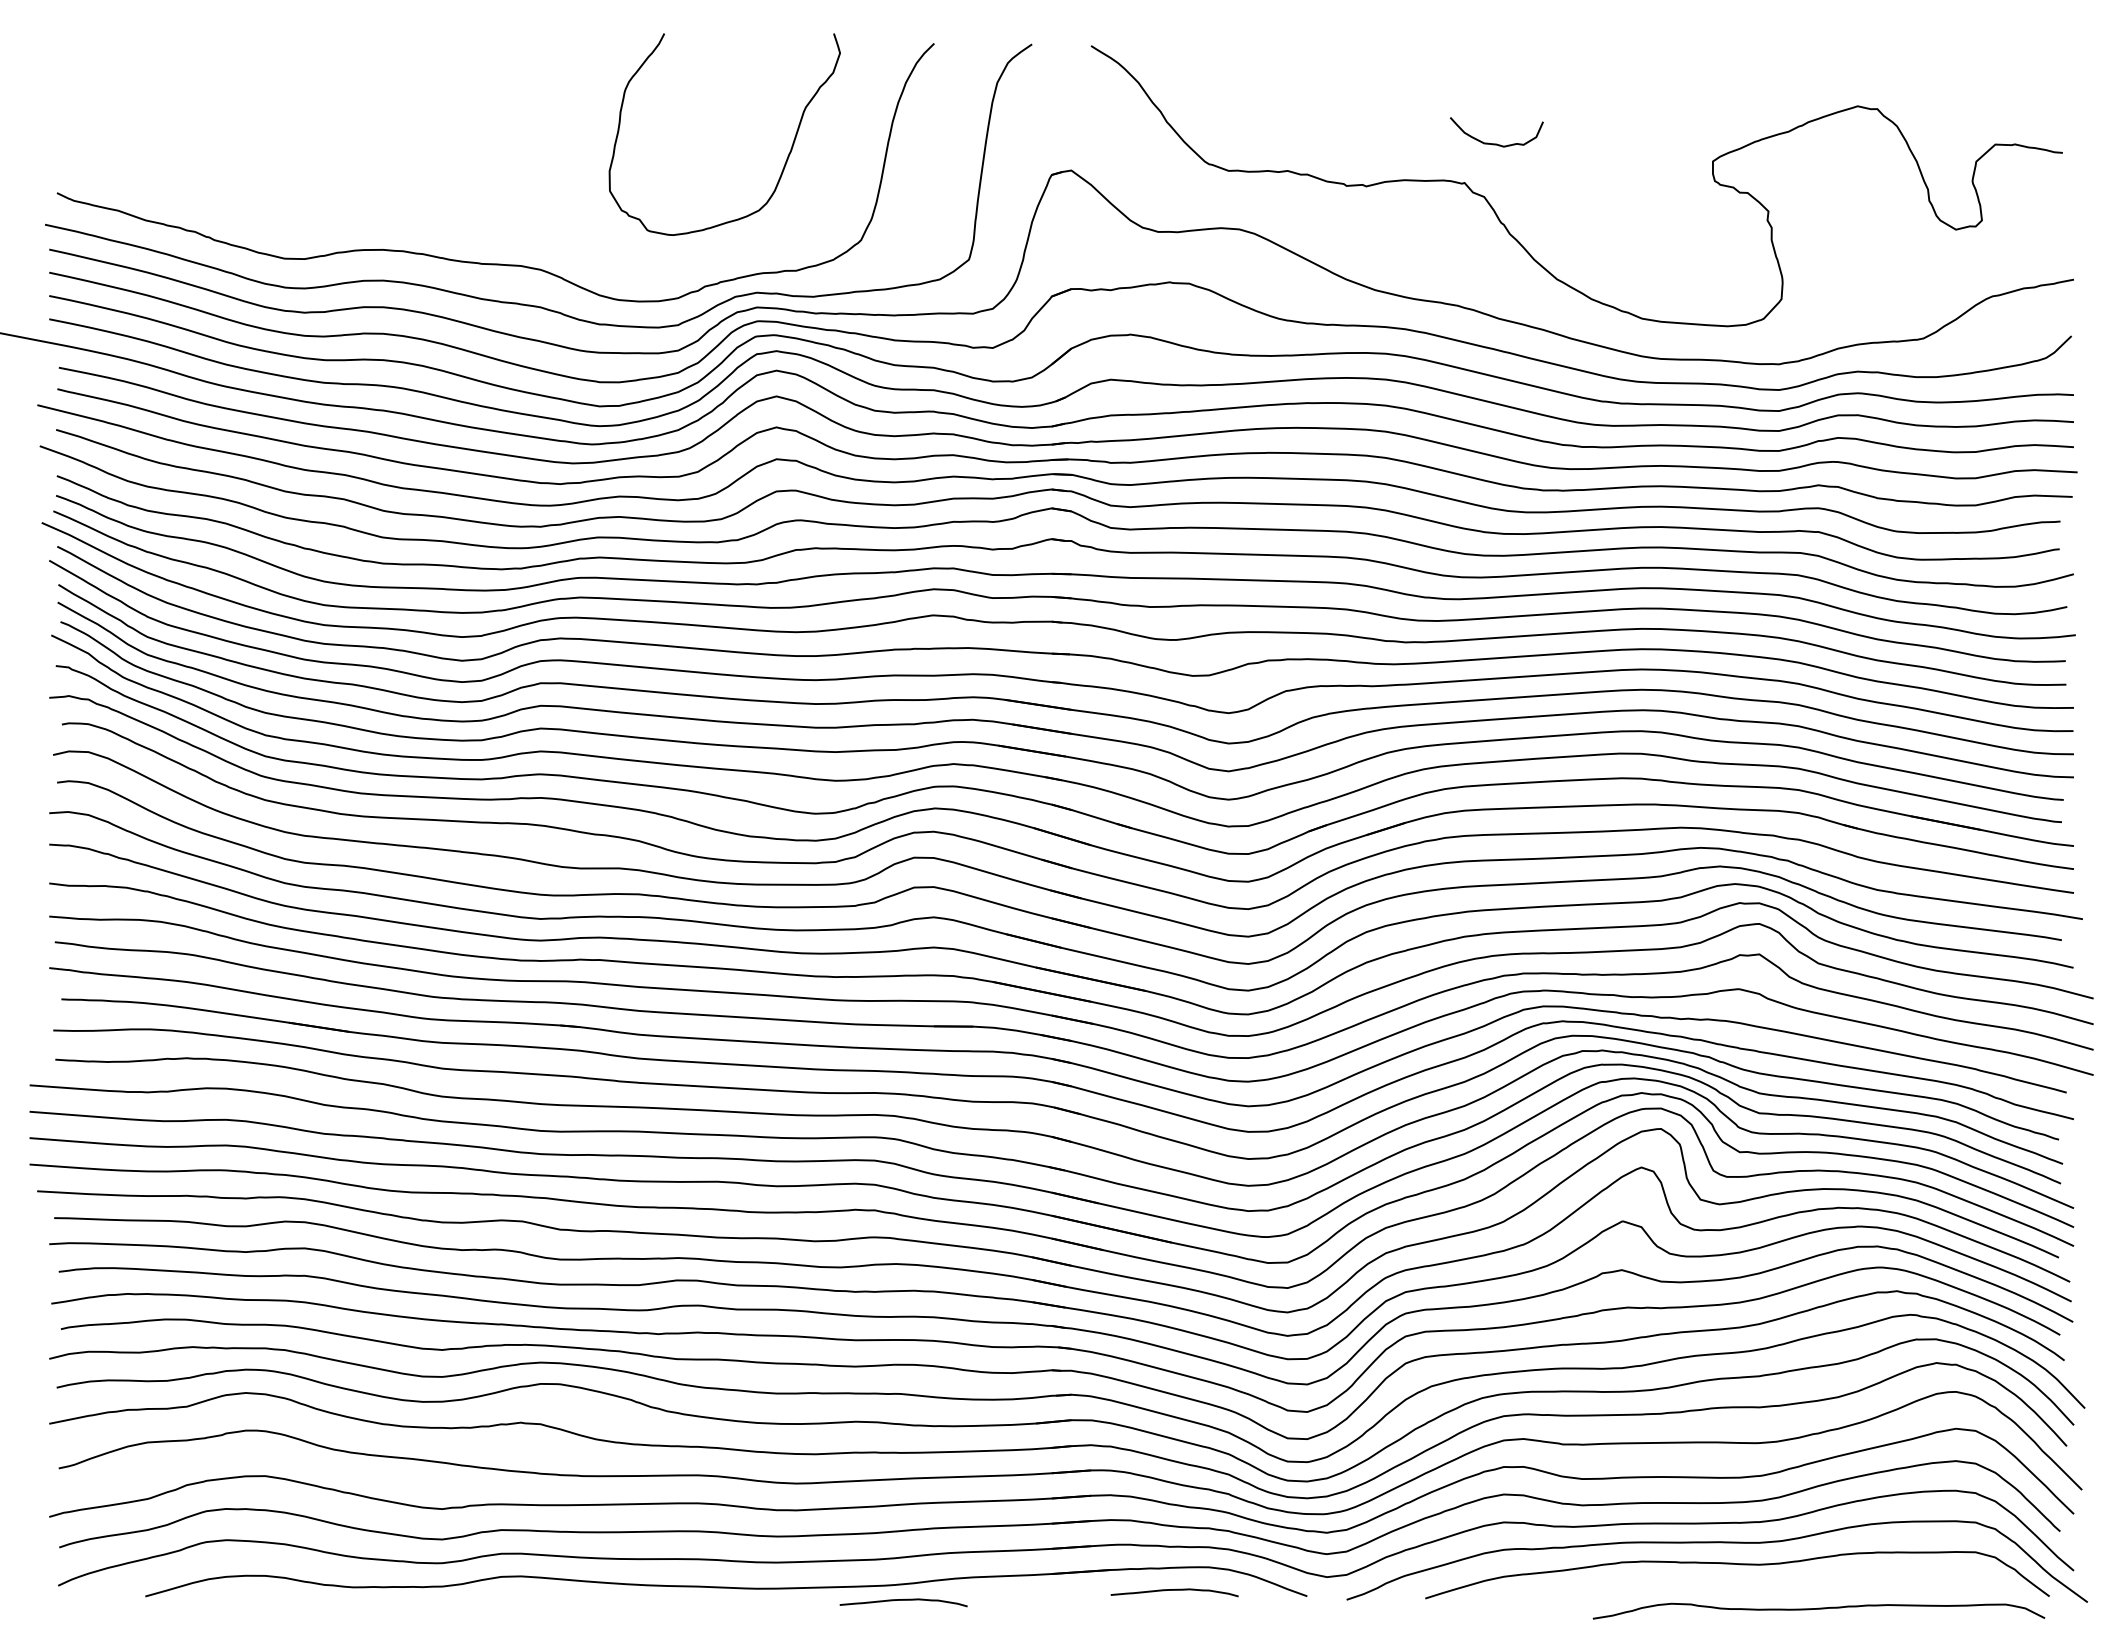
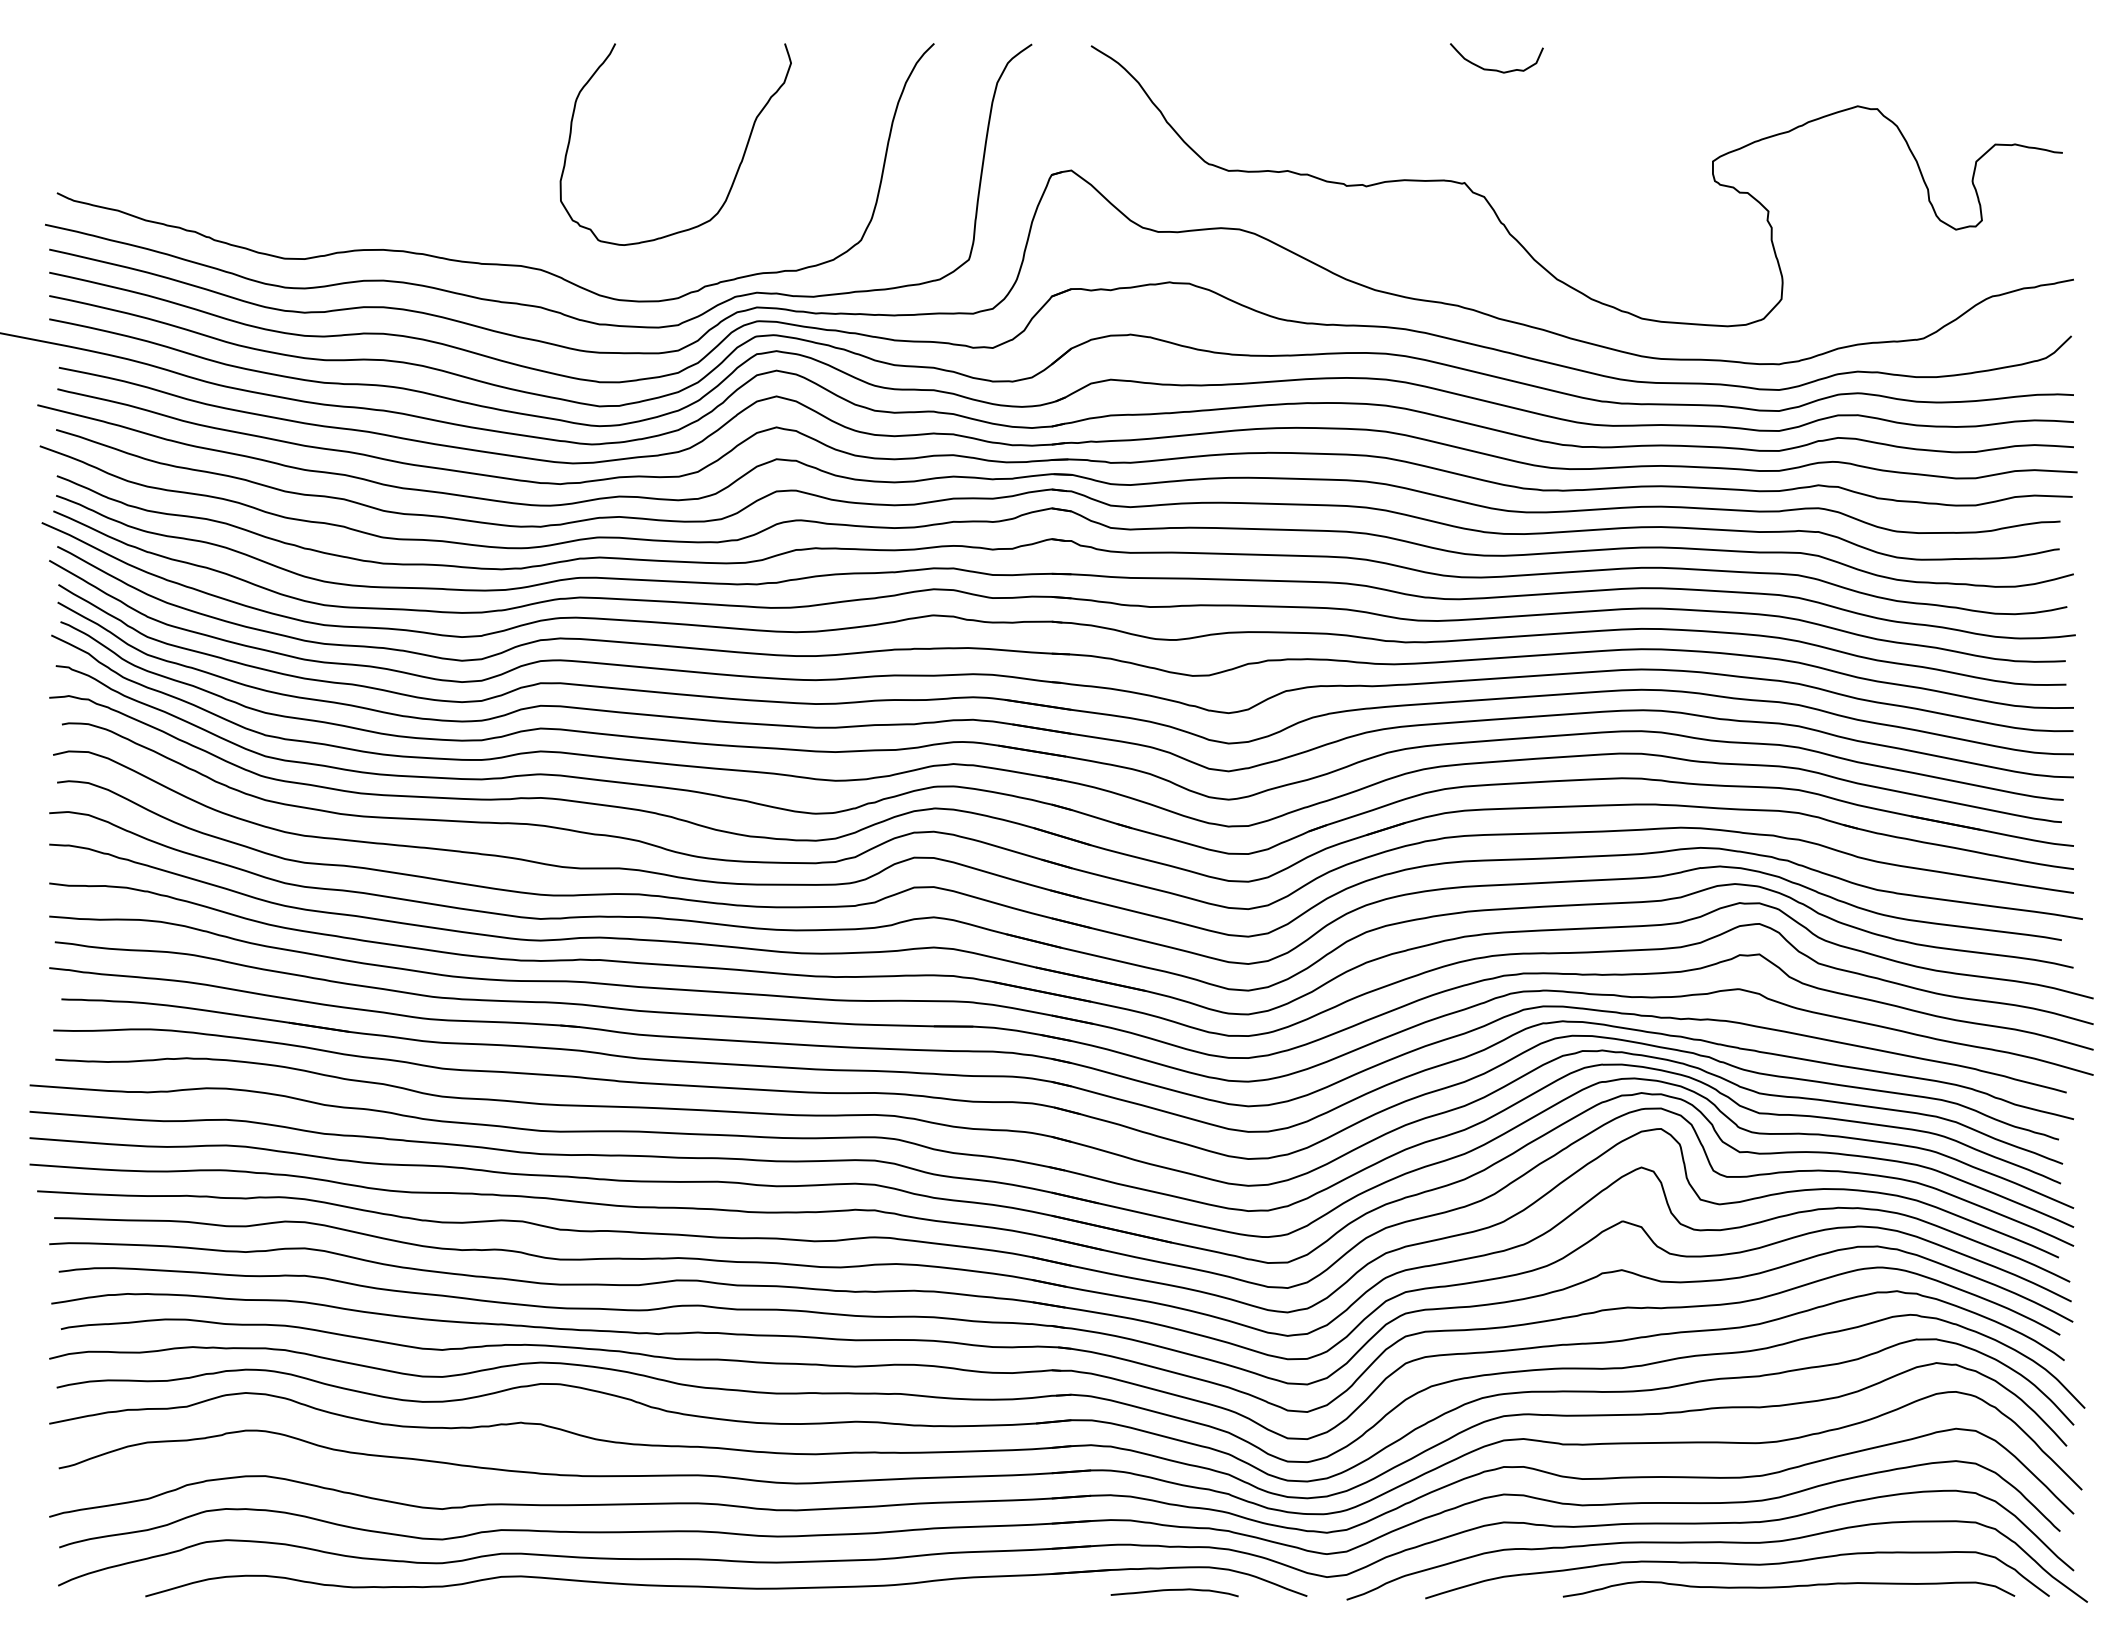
curve at (1496, 143) position: (1496, 143) -> (1496, 69)
curve at (786, 158) position: (786, 158) -> (737, 168)
curve at (903, 1600): present -> none
curve at (1818, 1609) position: (1818, 1609) -> (1788, 1587)
